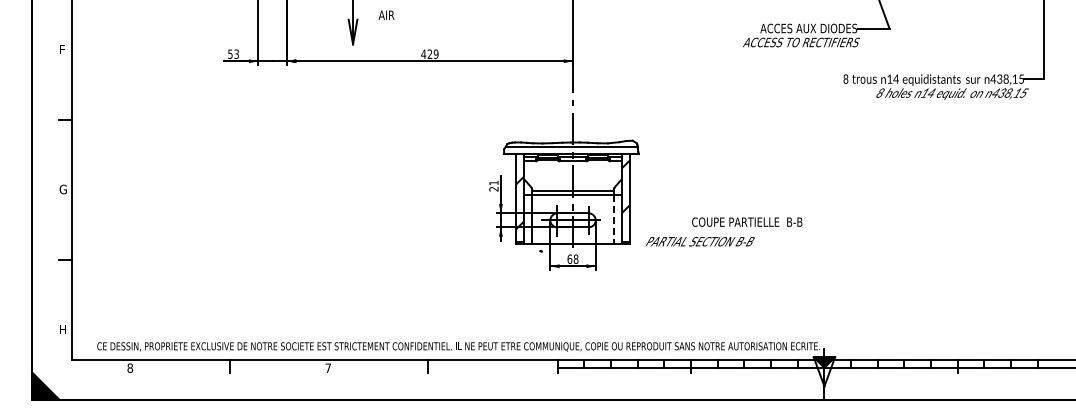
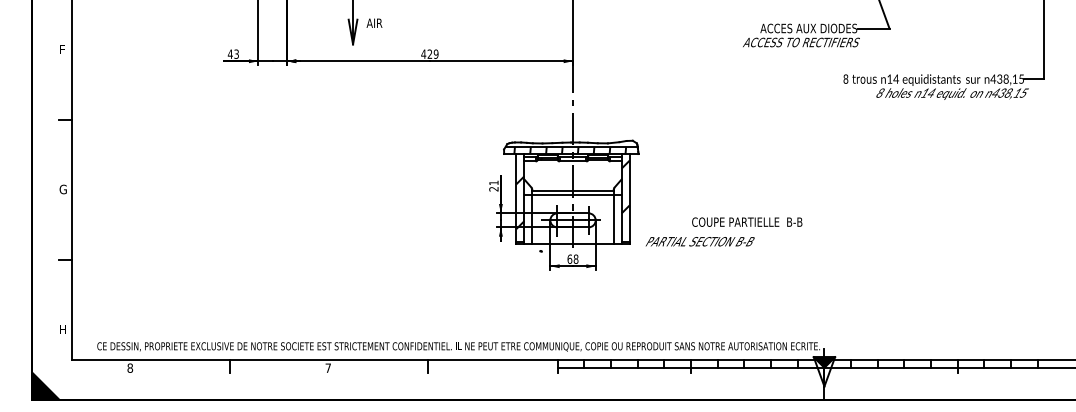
text at (386, 14) position: (386, 14) -> (374, 22)
text at (229, 53): 53 -> 43
hatch at (570, 150): none -> present
line at (613, 219): dashed -> solid
